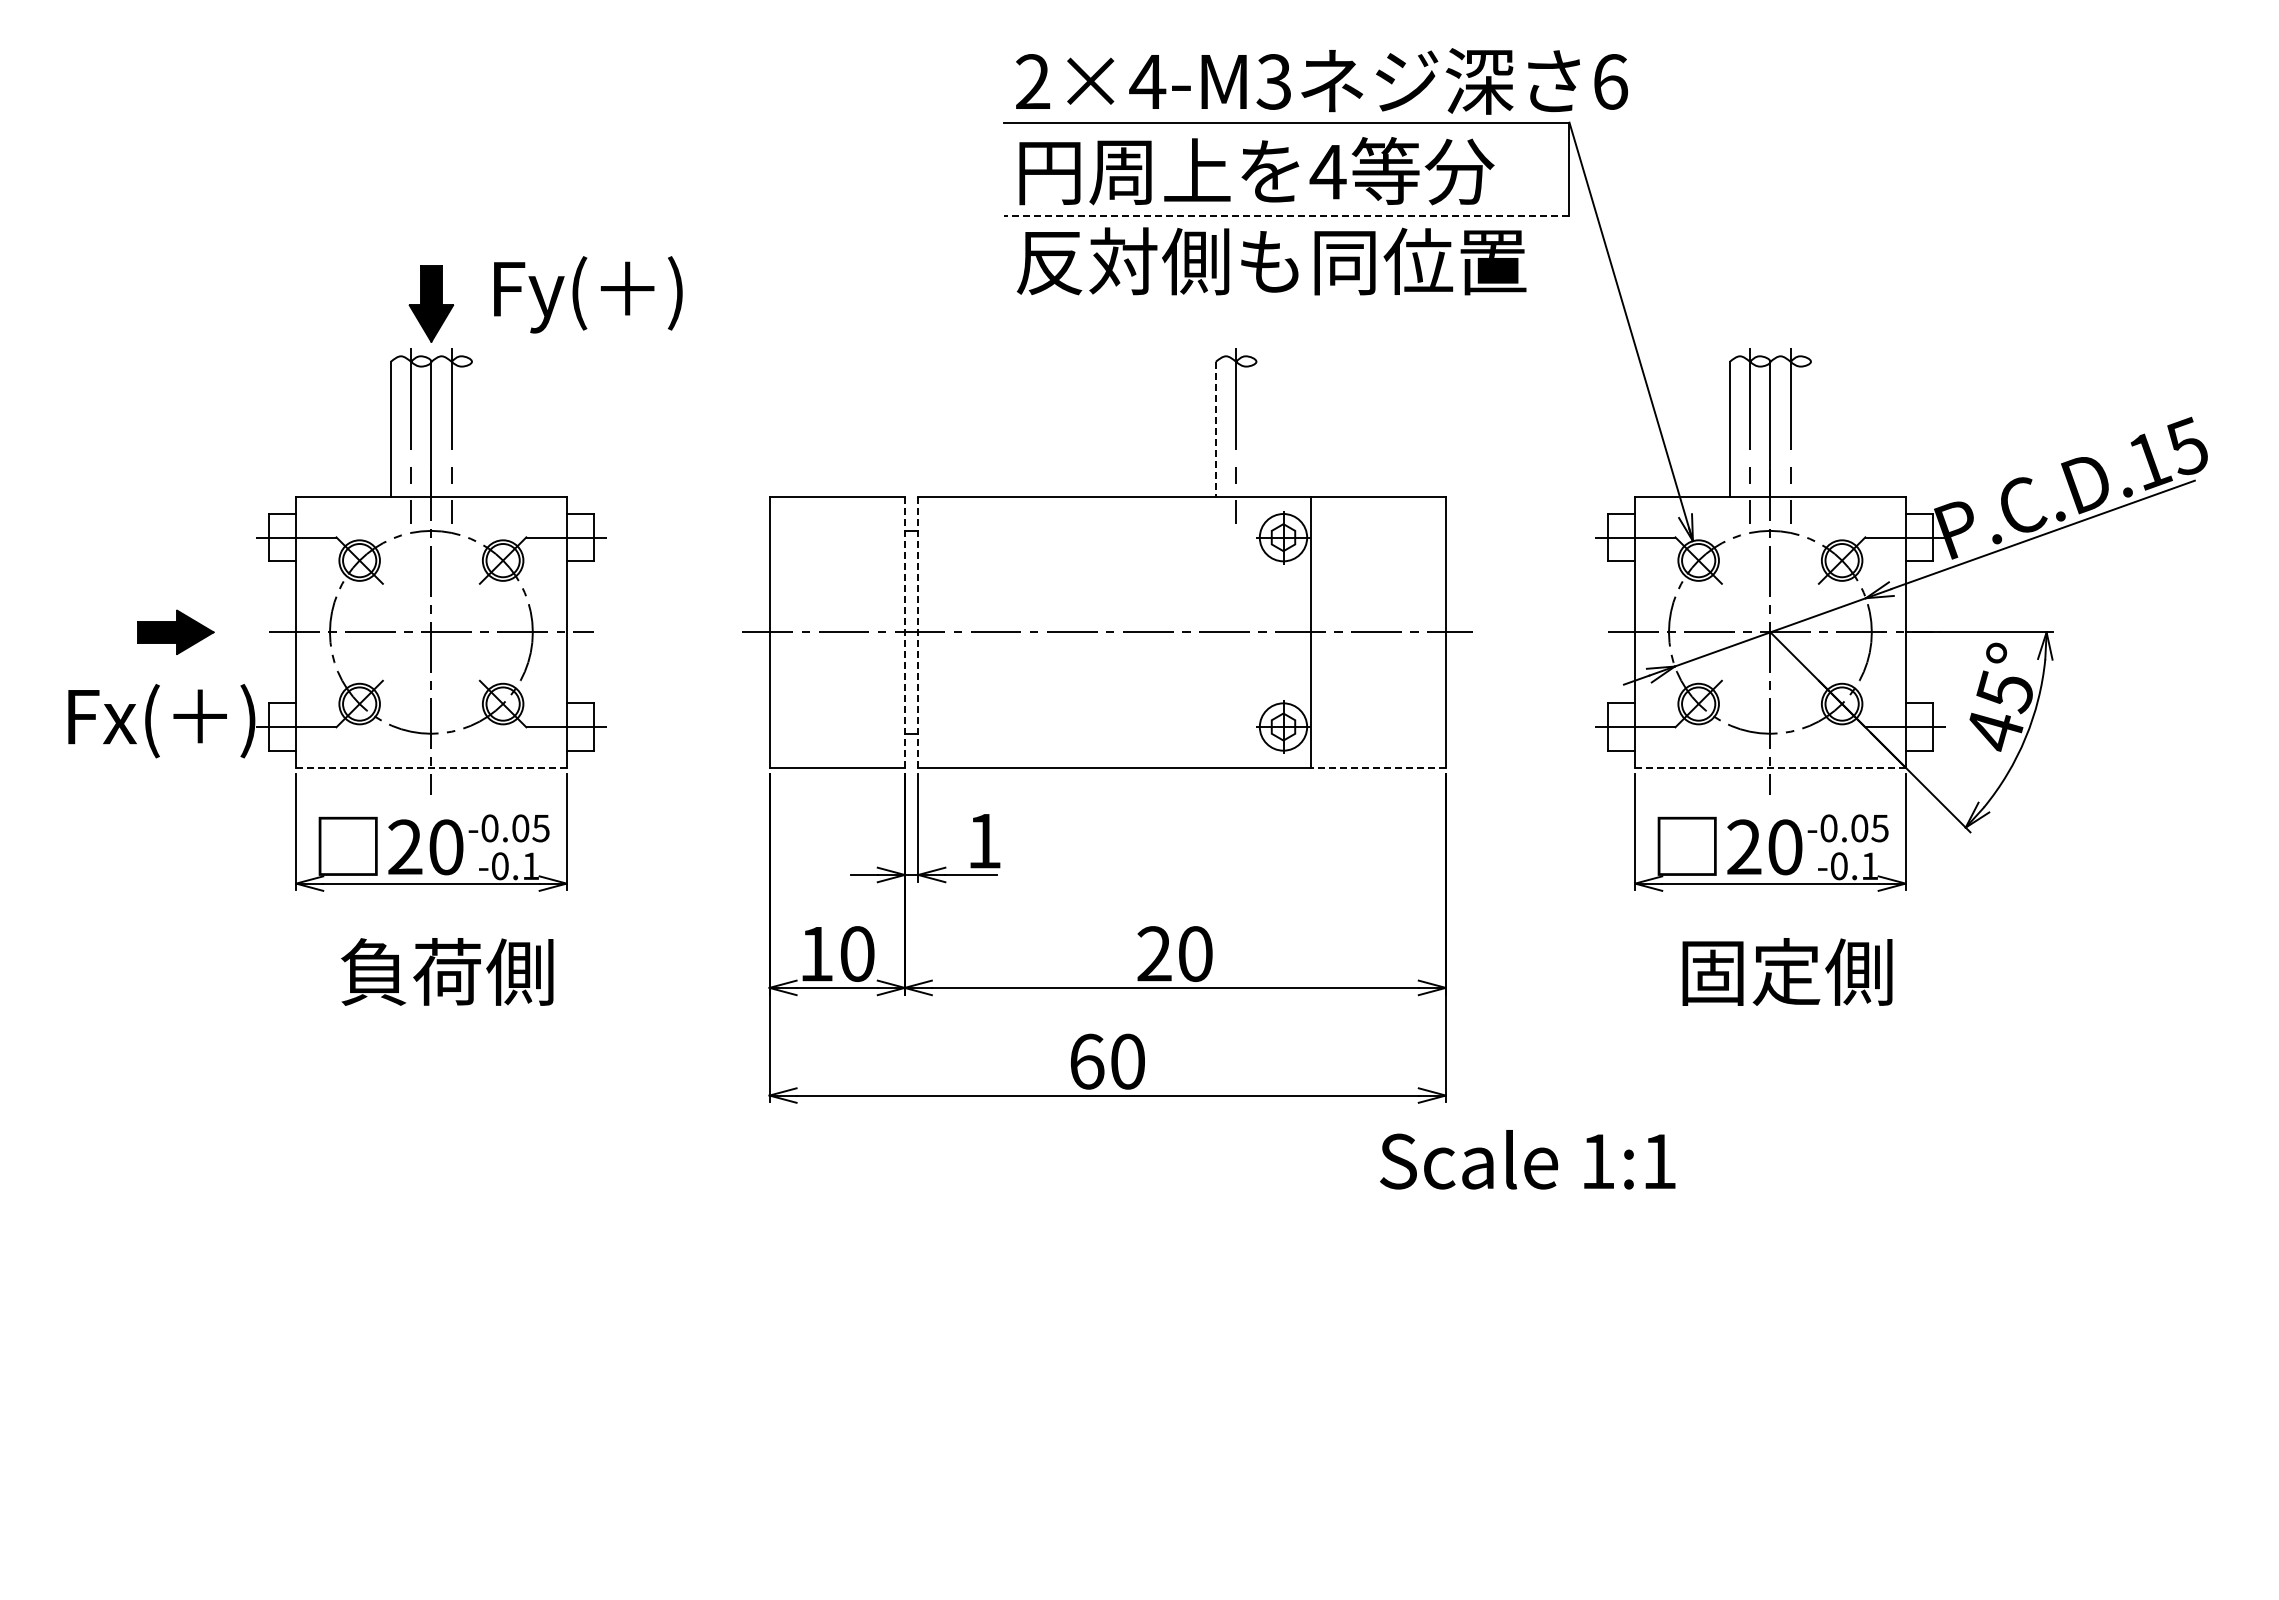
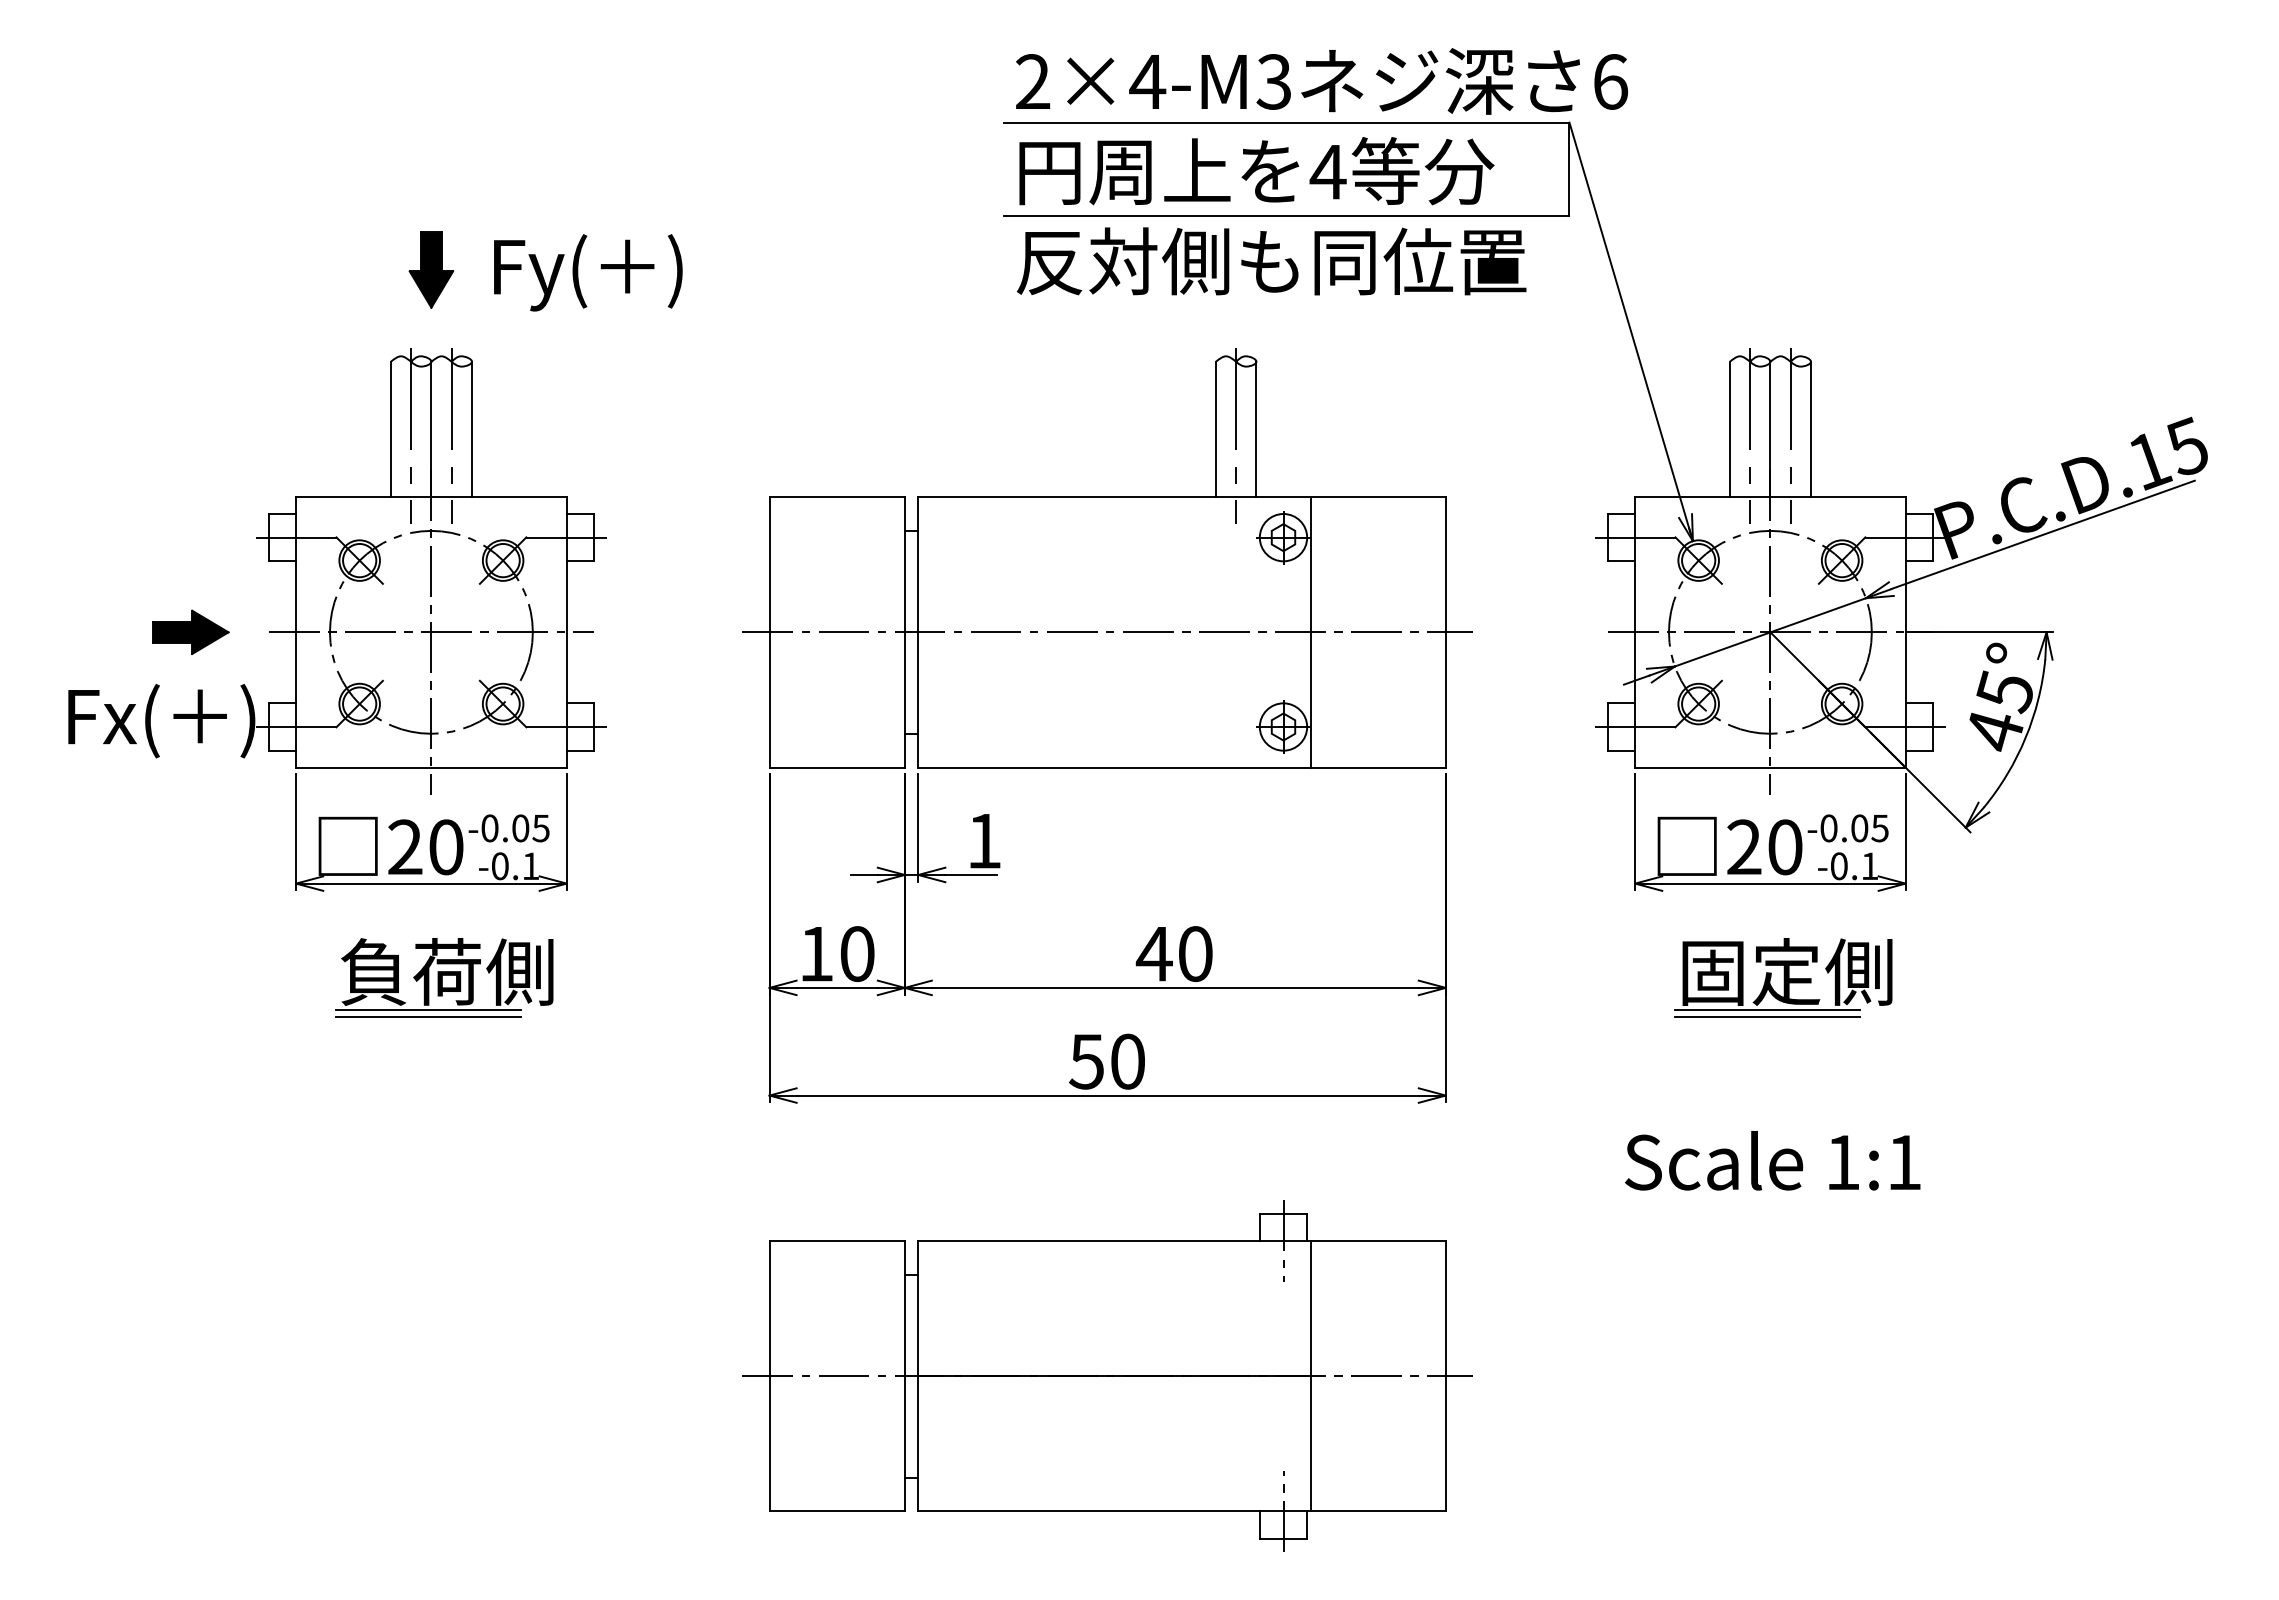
line at (1286, 215): dashed -> solid
text at (588, 294) position: (588, 294) -> (588, 272)
part at (431, 303) position: (431, 303) -> (431, 269)
line at (471, 429): none -> present
line at (1215, 429): dashed -> solid
line at (1256, 429): none -> present
line at (1810, 429): none -> present
part at (175, 631) position: (175, 631) -> (190, 631)
line at (904, 632): dashed -> solid
line at (918, 632): dashed -> solid
line at (431, 767): dashed -> solid
line at (1378, 767): dashed -> solid
line at (1770, 767): dashed -> solid
text at (1153, 953): 20 -> 40
line at (428, 1010): none -> present
line at (1767, 1010): none -> present
line at (428, 1016): none -> present
line at (1767, 1016): none -> present
text at (1086, 1061): 60 -> 50
text at (1527, 1159) position: (1527, 1159) -> (1772, 1160)
part at (1107, 1375): none -> present
